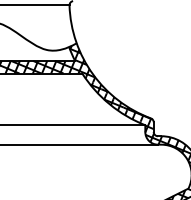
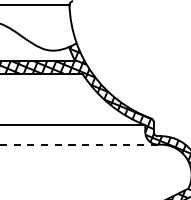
line at (79, 144): solid -> dashed
